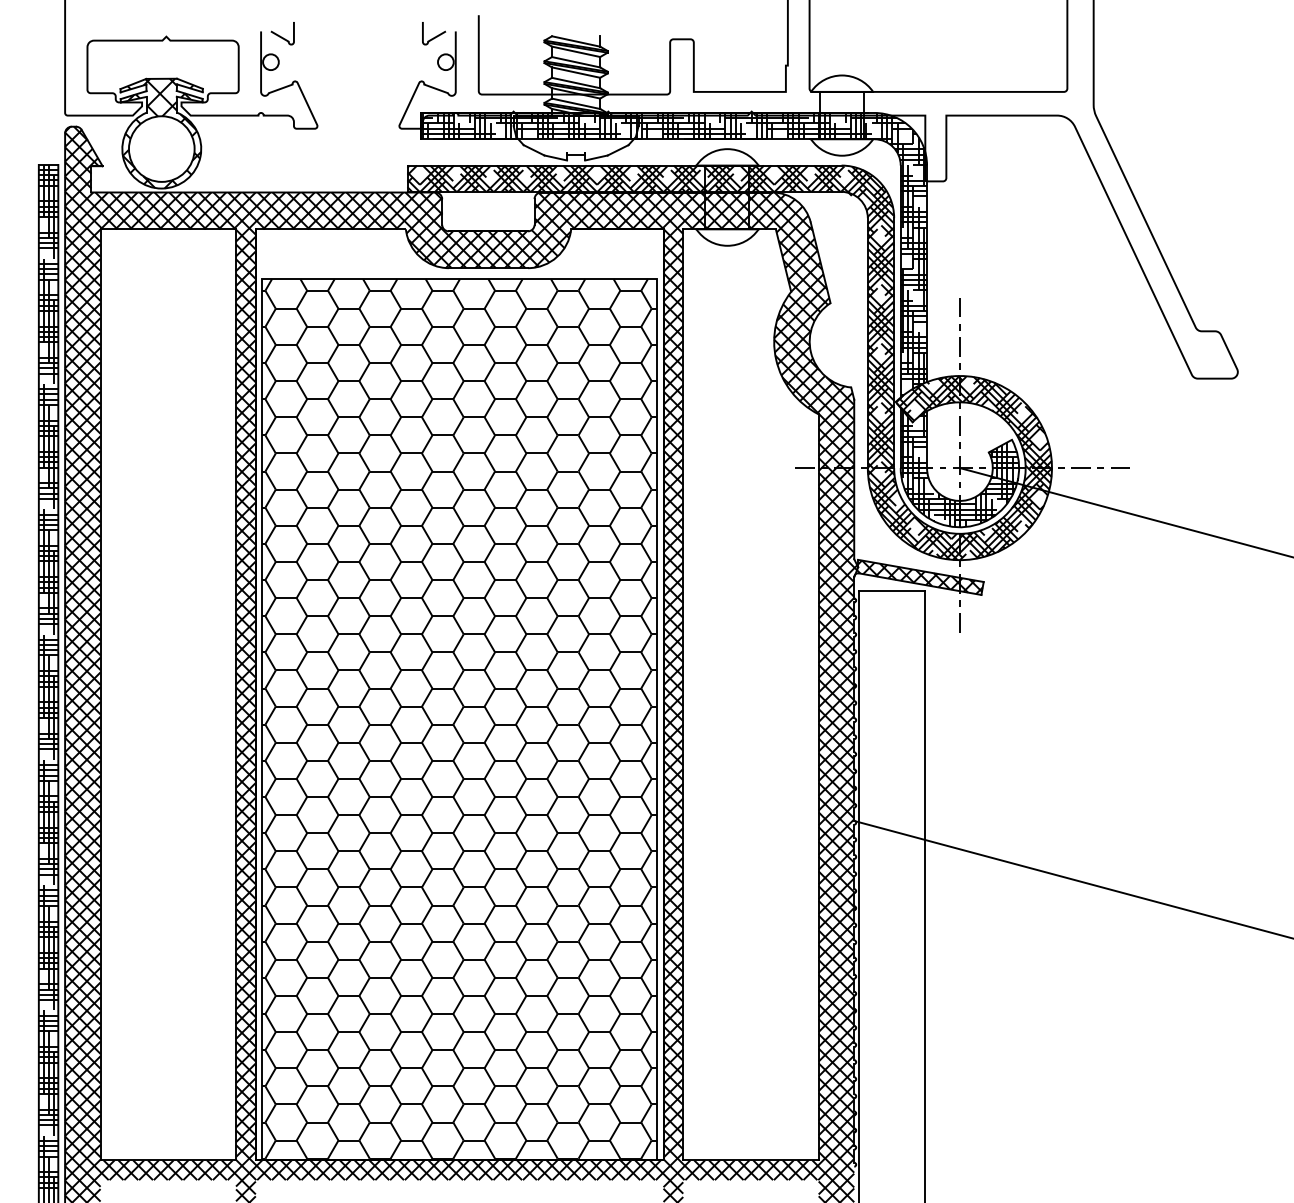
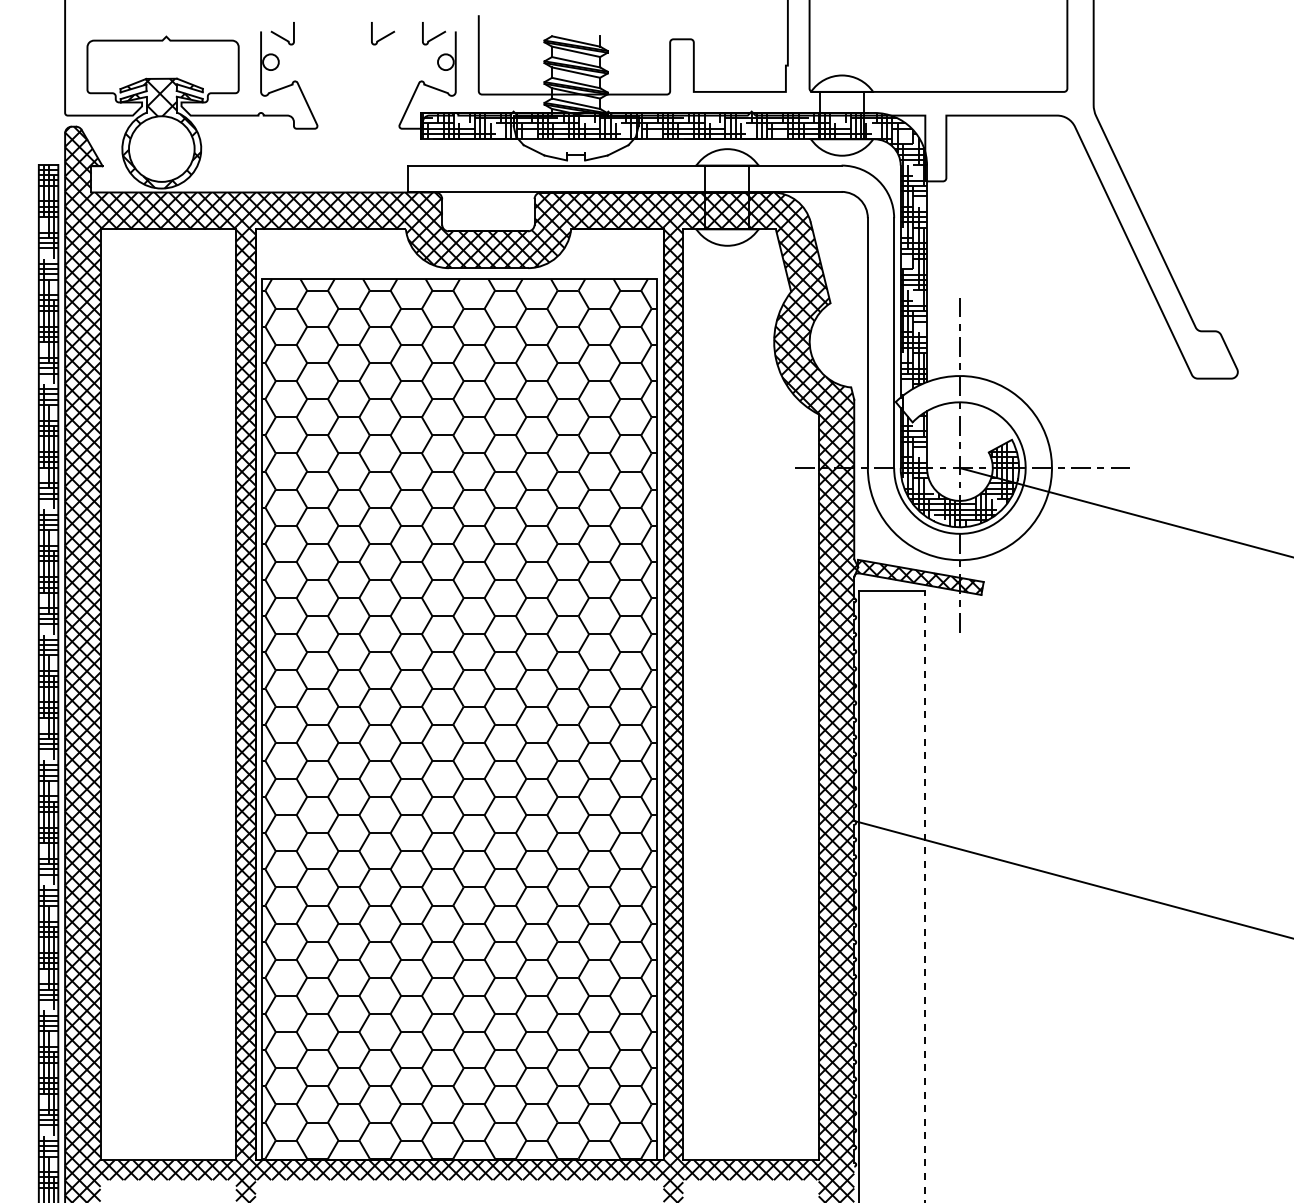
curve at (385, 35): none -> present
hatch at (729, 362): present -> none
line at (925, 896): solid -> dashed
